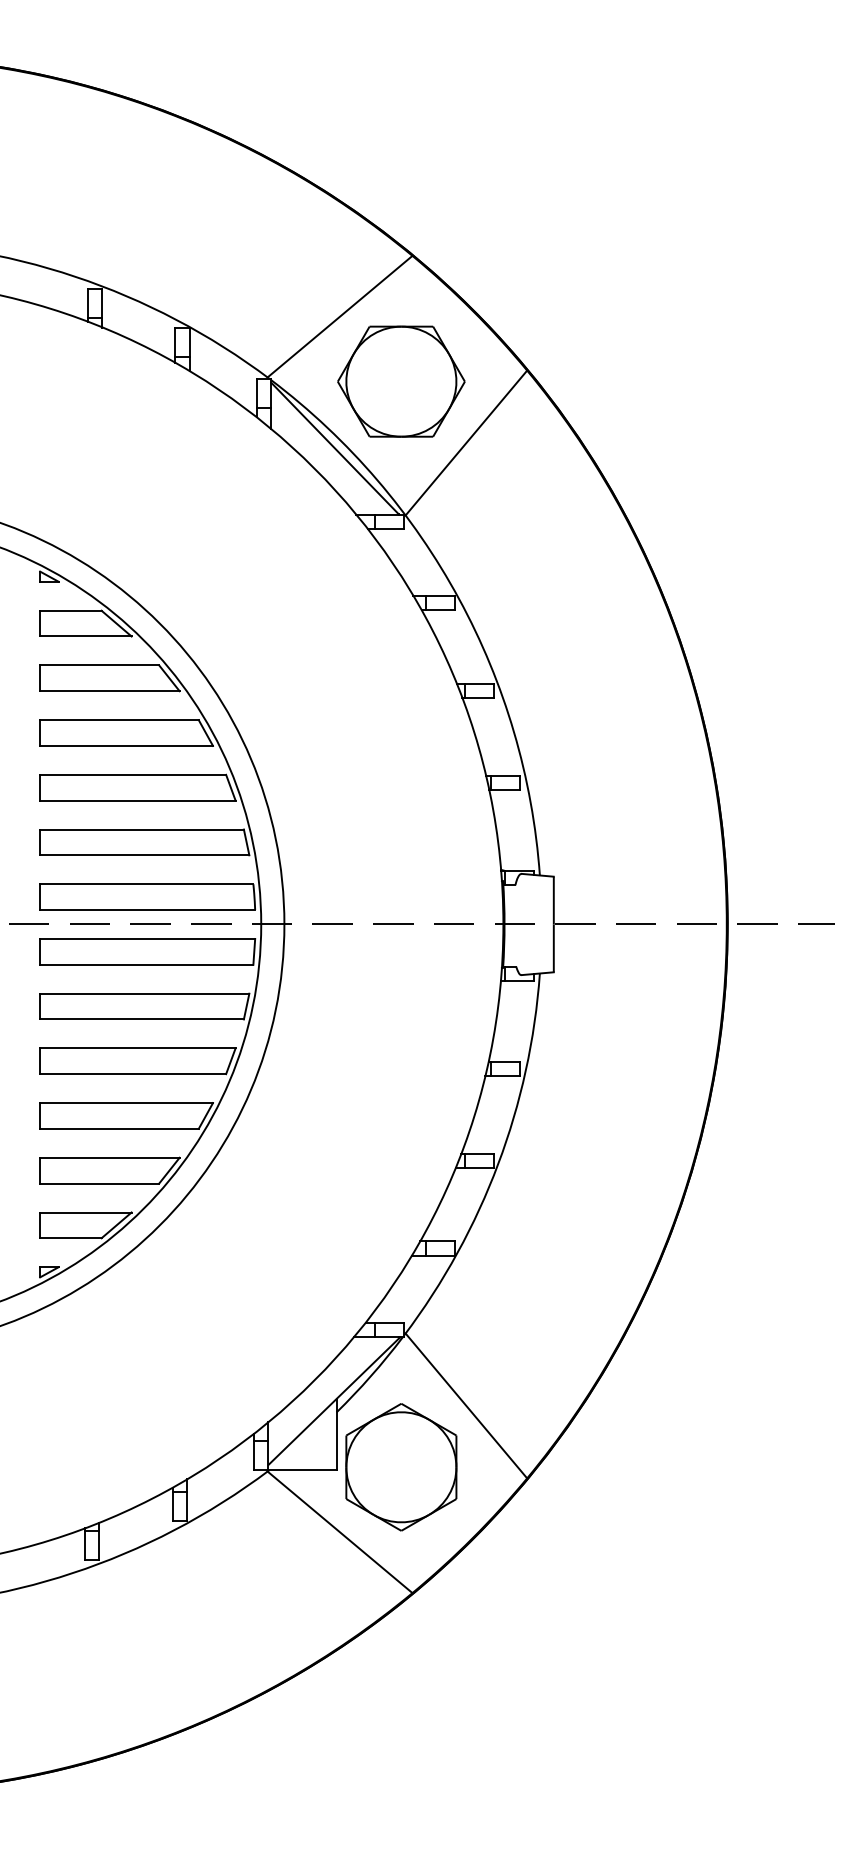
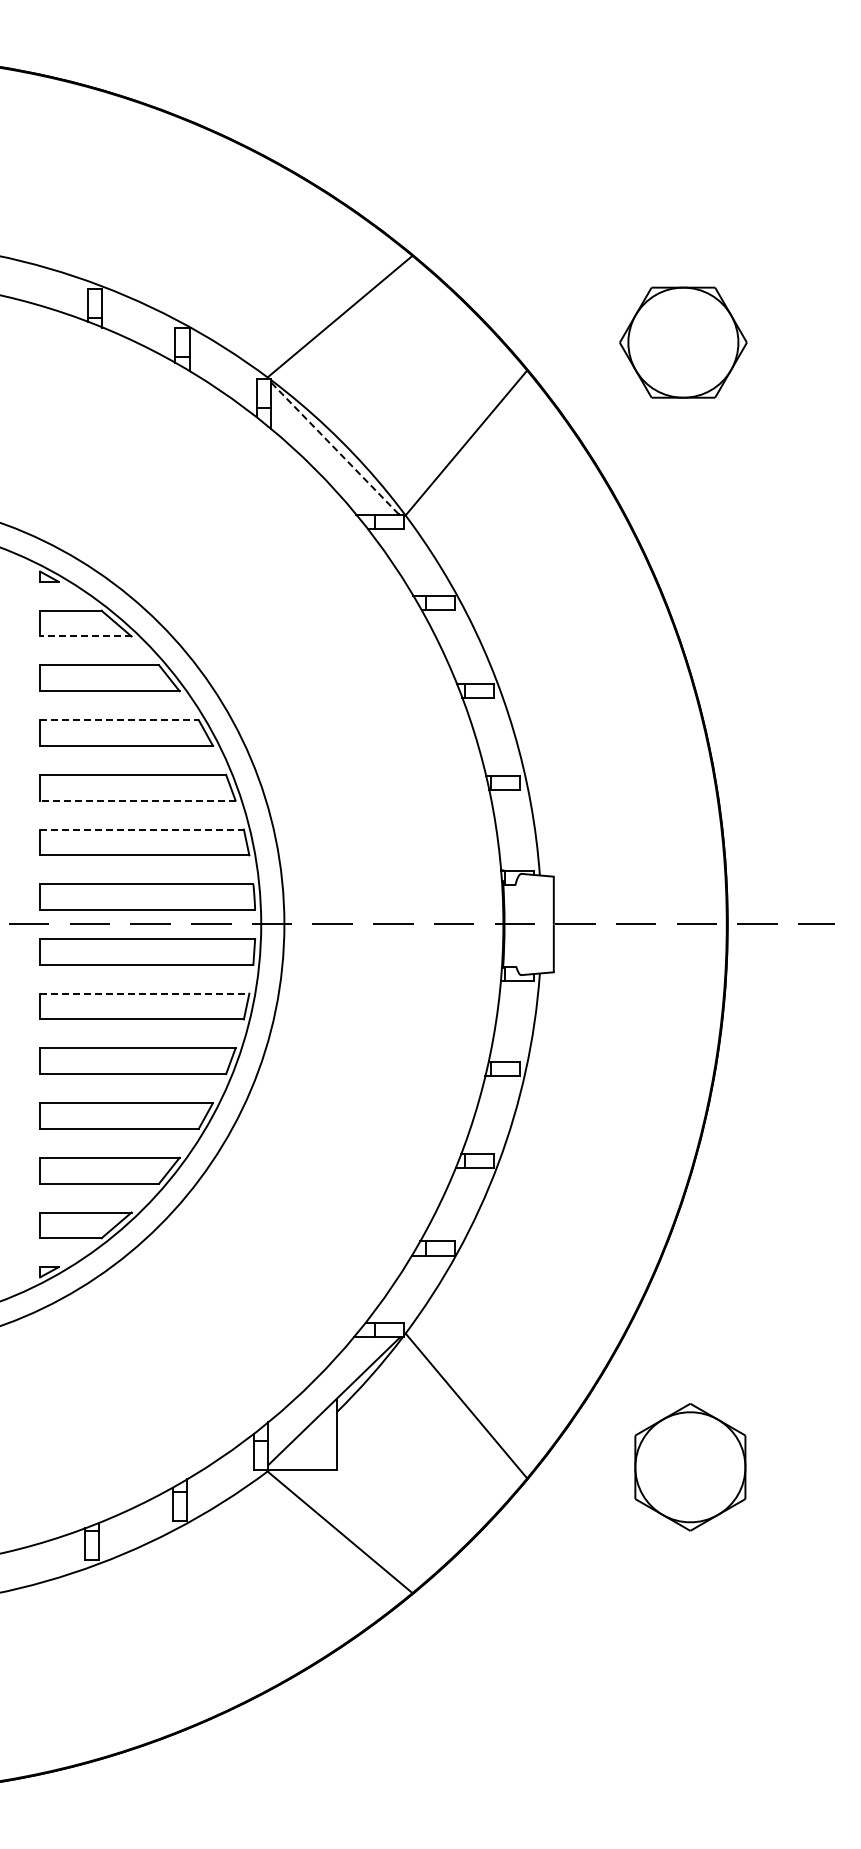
part at (401, 381) position: (401, 381) -> (683, 342)
line at (335, 448): solid -> dashed
line at (85, 636): solid -> dashed
line at (119, 720): solid -> dashed
line at (137, 800): solid -> dashed
line at (142, 829): solid -> dashed
line at (144, 993): solid -> dashed
part at (401, 1467) position: (401, 1467) -> (690, 1467)
